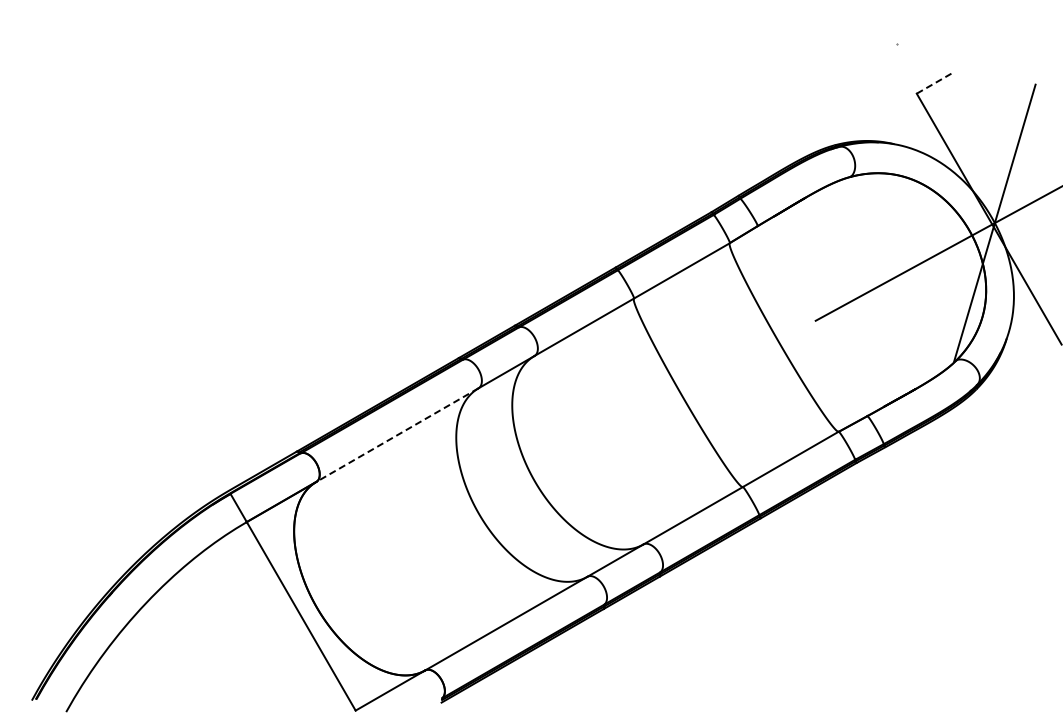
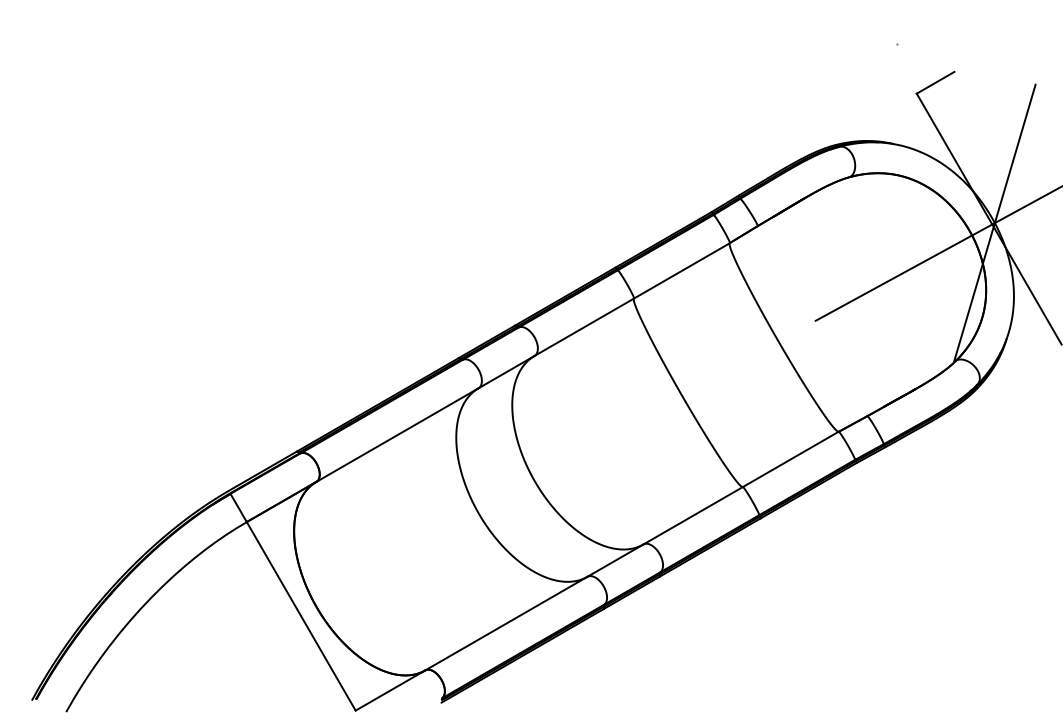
line at (935, 82): dashed -> solid
line at (397, 435): dashed -> solid
